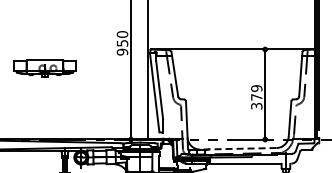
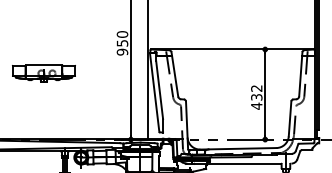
part at (44, 68) position: (44, 68) -> (43, 73)
text at (256, 97): 379 -> 432
line at (237, 148): dashed -> solid
